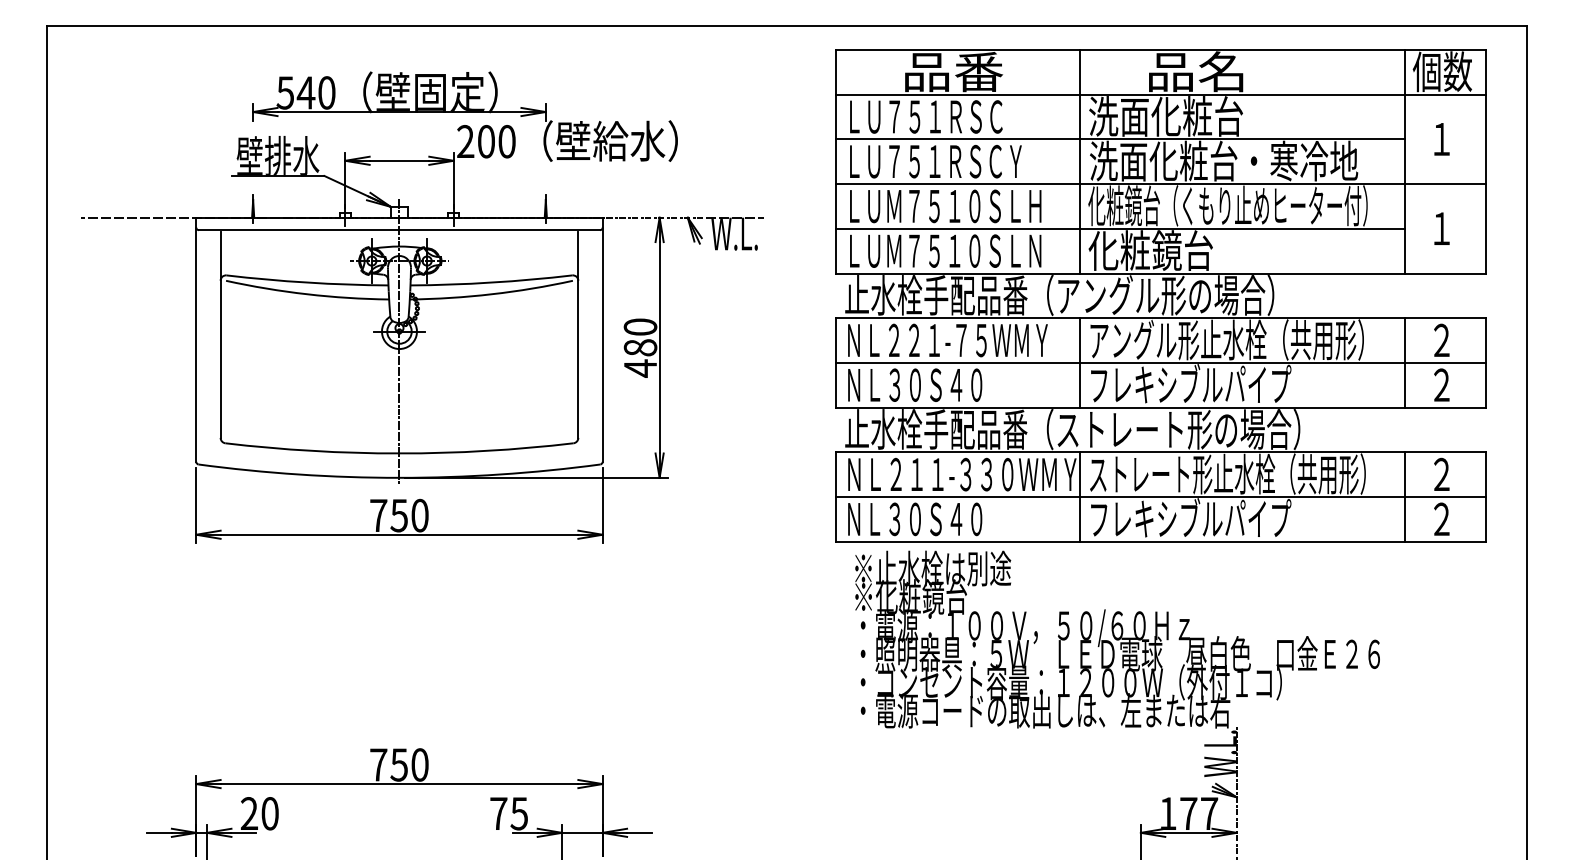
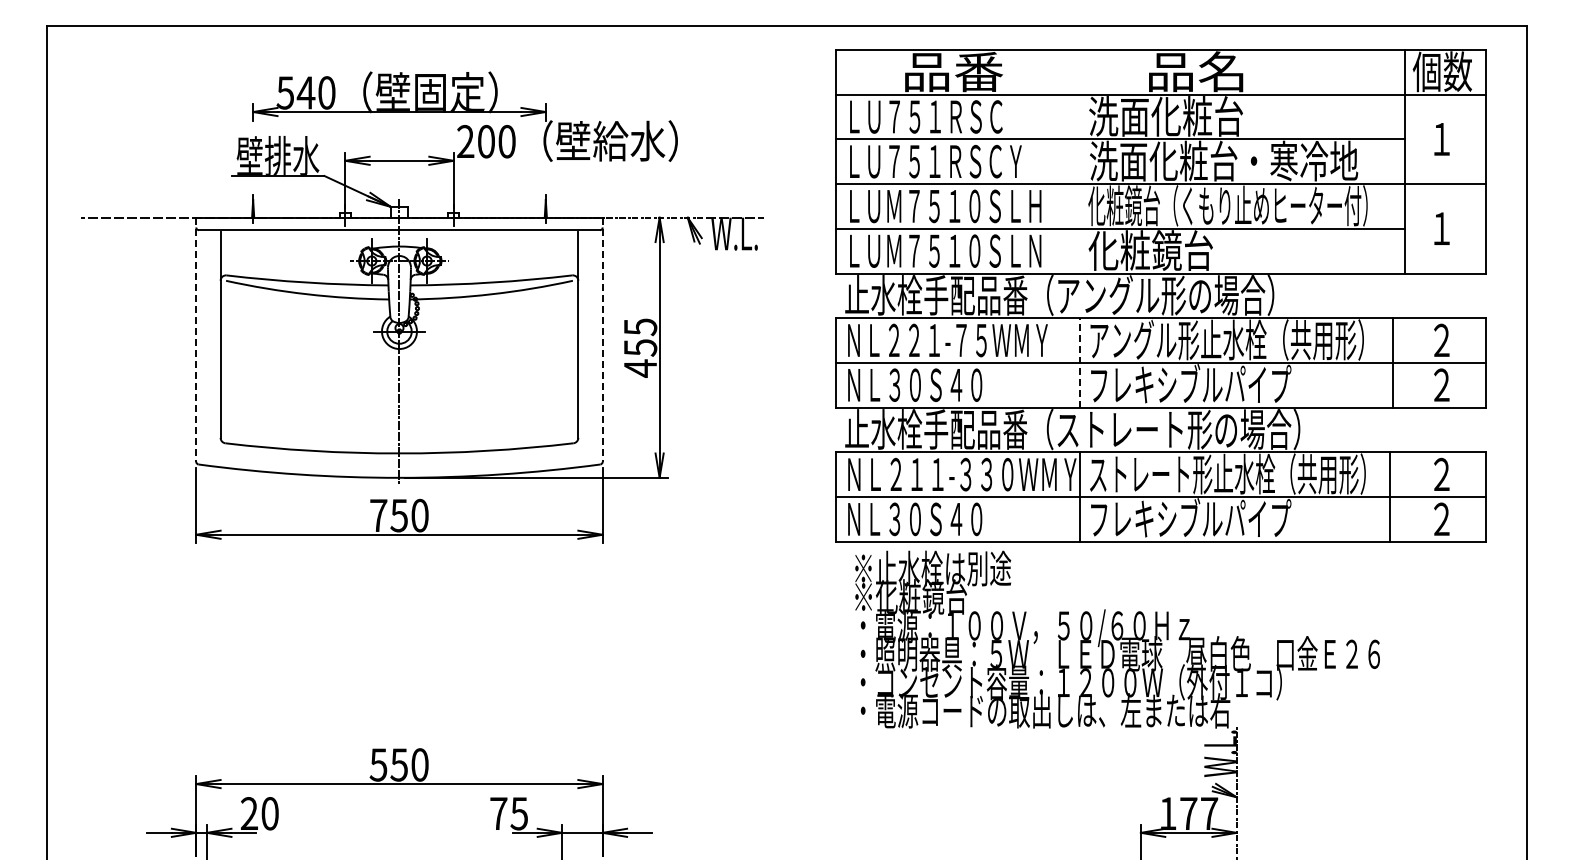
line at (1079, 161): present -> none
text at (640, 337): 480 -> 455
line at (196, 340): solid -> dashed
line at (602, 340): solid -> dashed
line at (1079, 362): solid -> dashed
line at (1404, 362) position: (1404, 362) -> (1392, 362)
line at (1404, 496) position: (1404, 496) -> (1389, 496)
text at (378, 764): 750 -> 550
